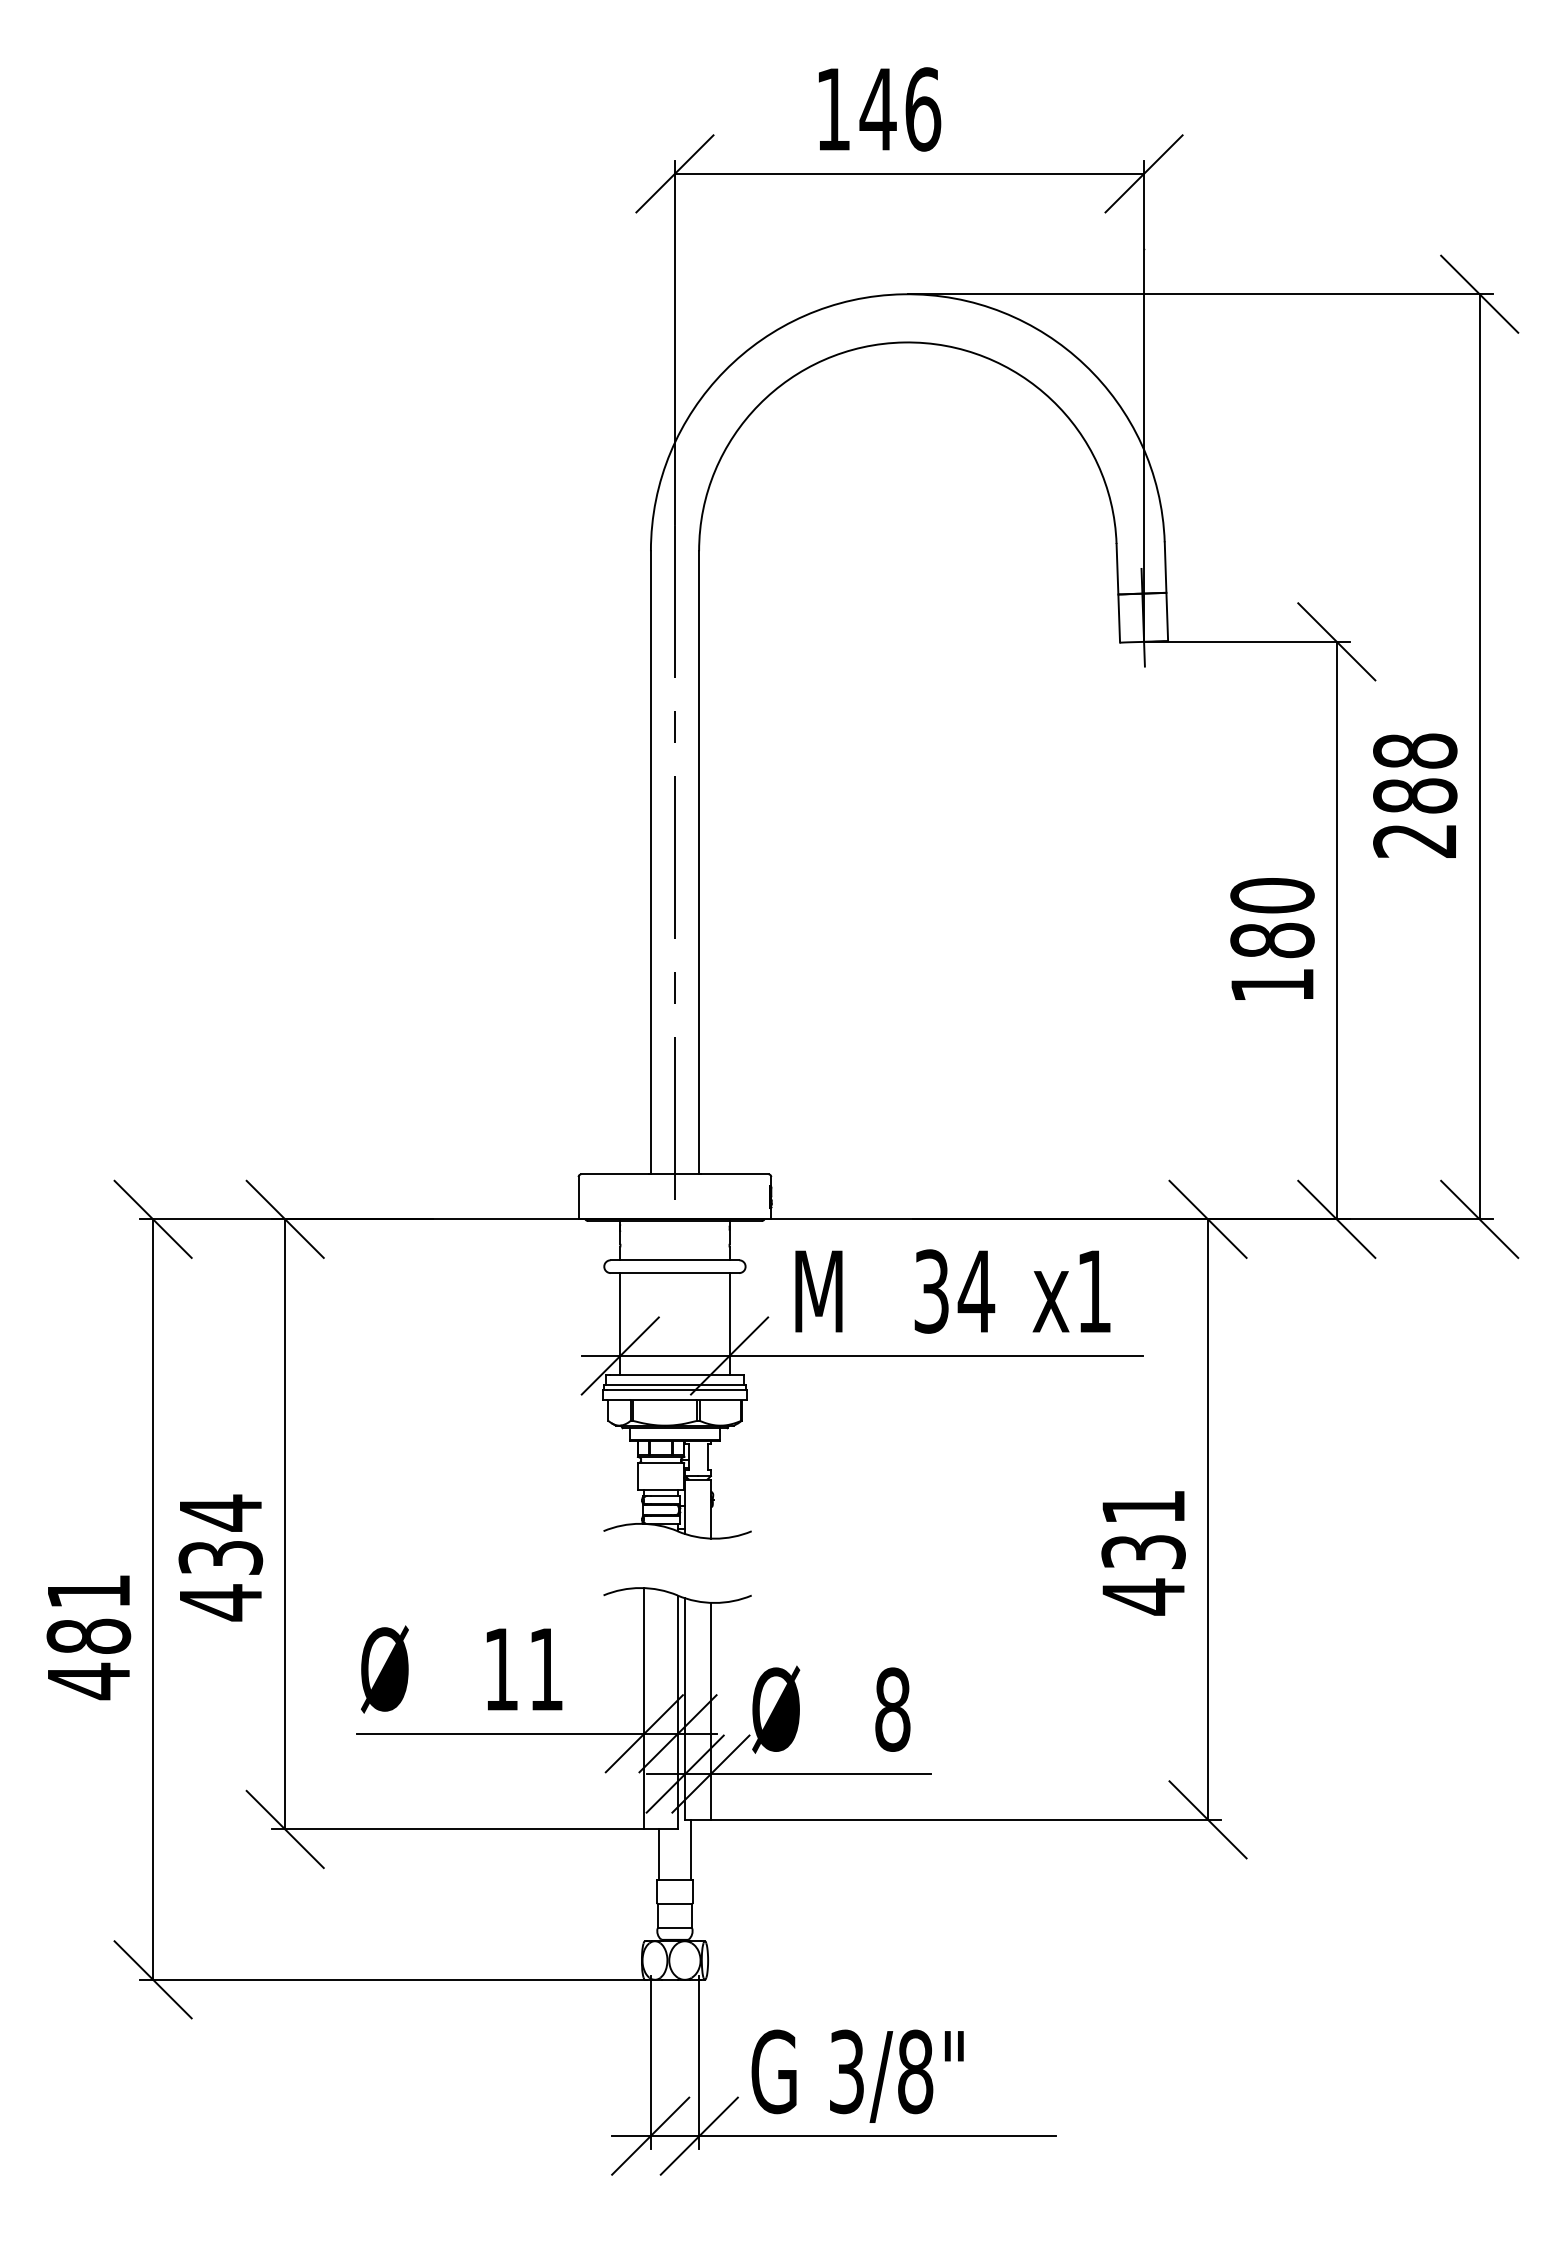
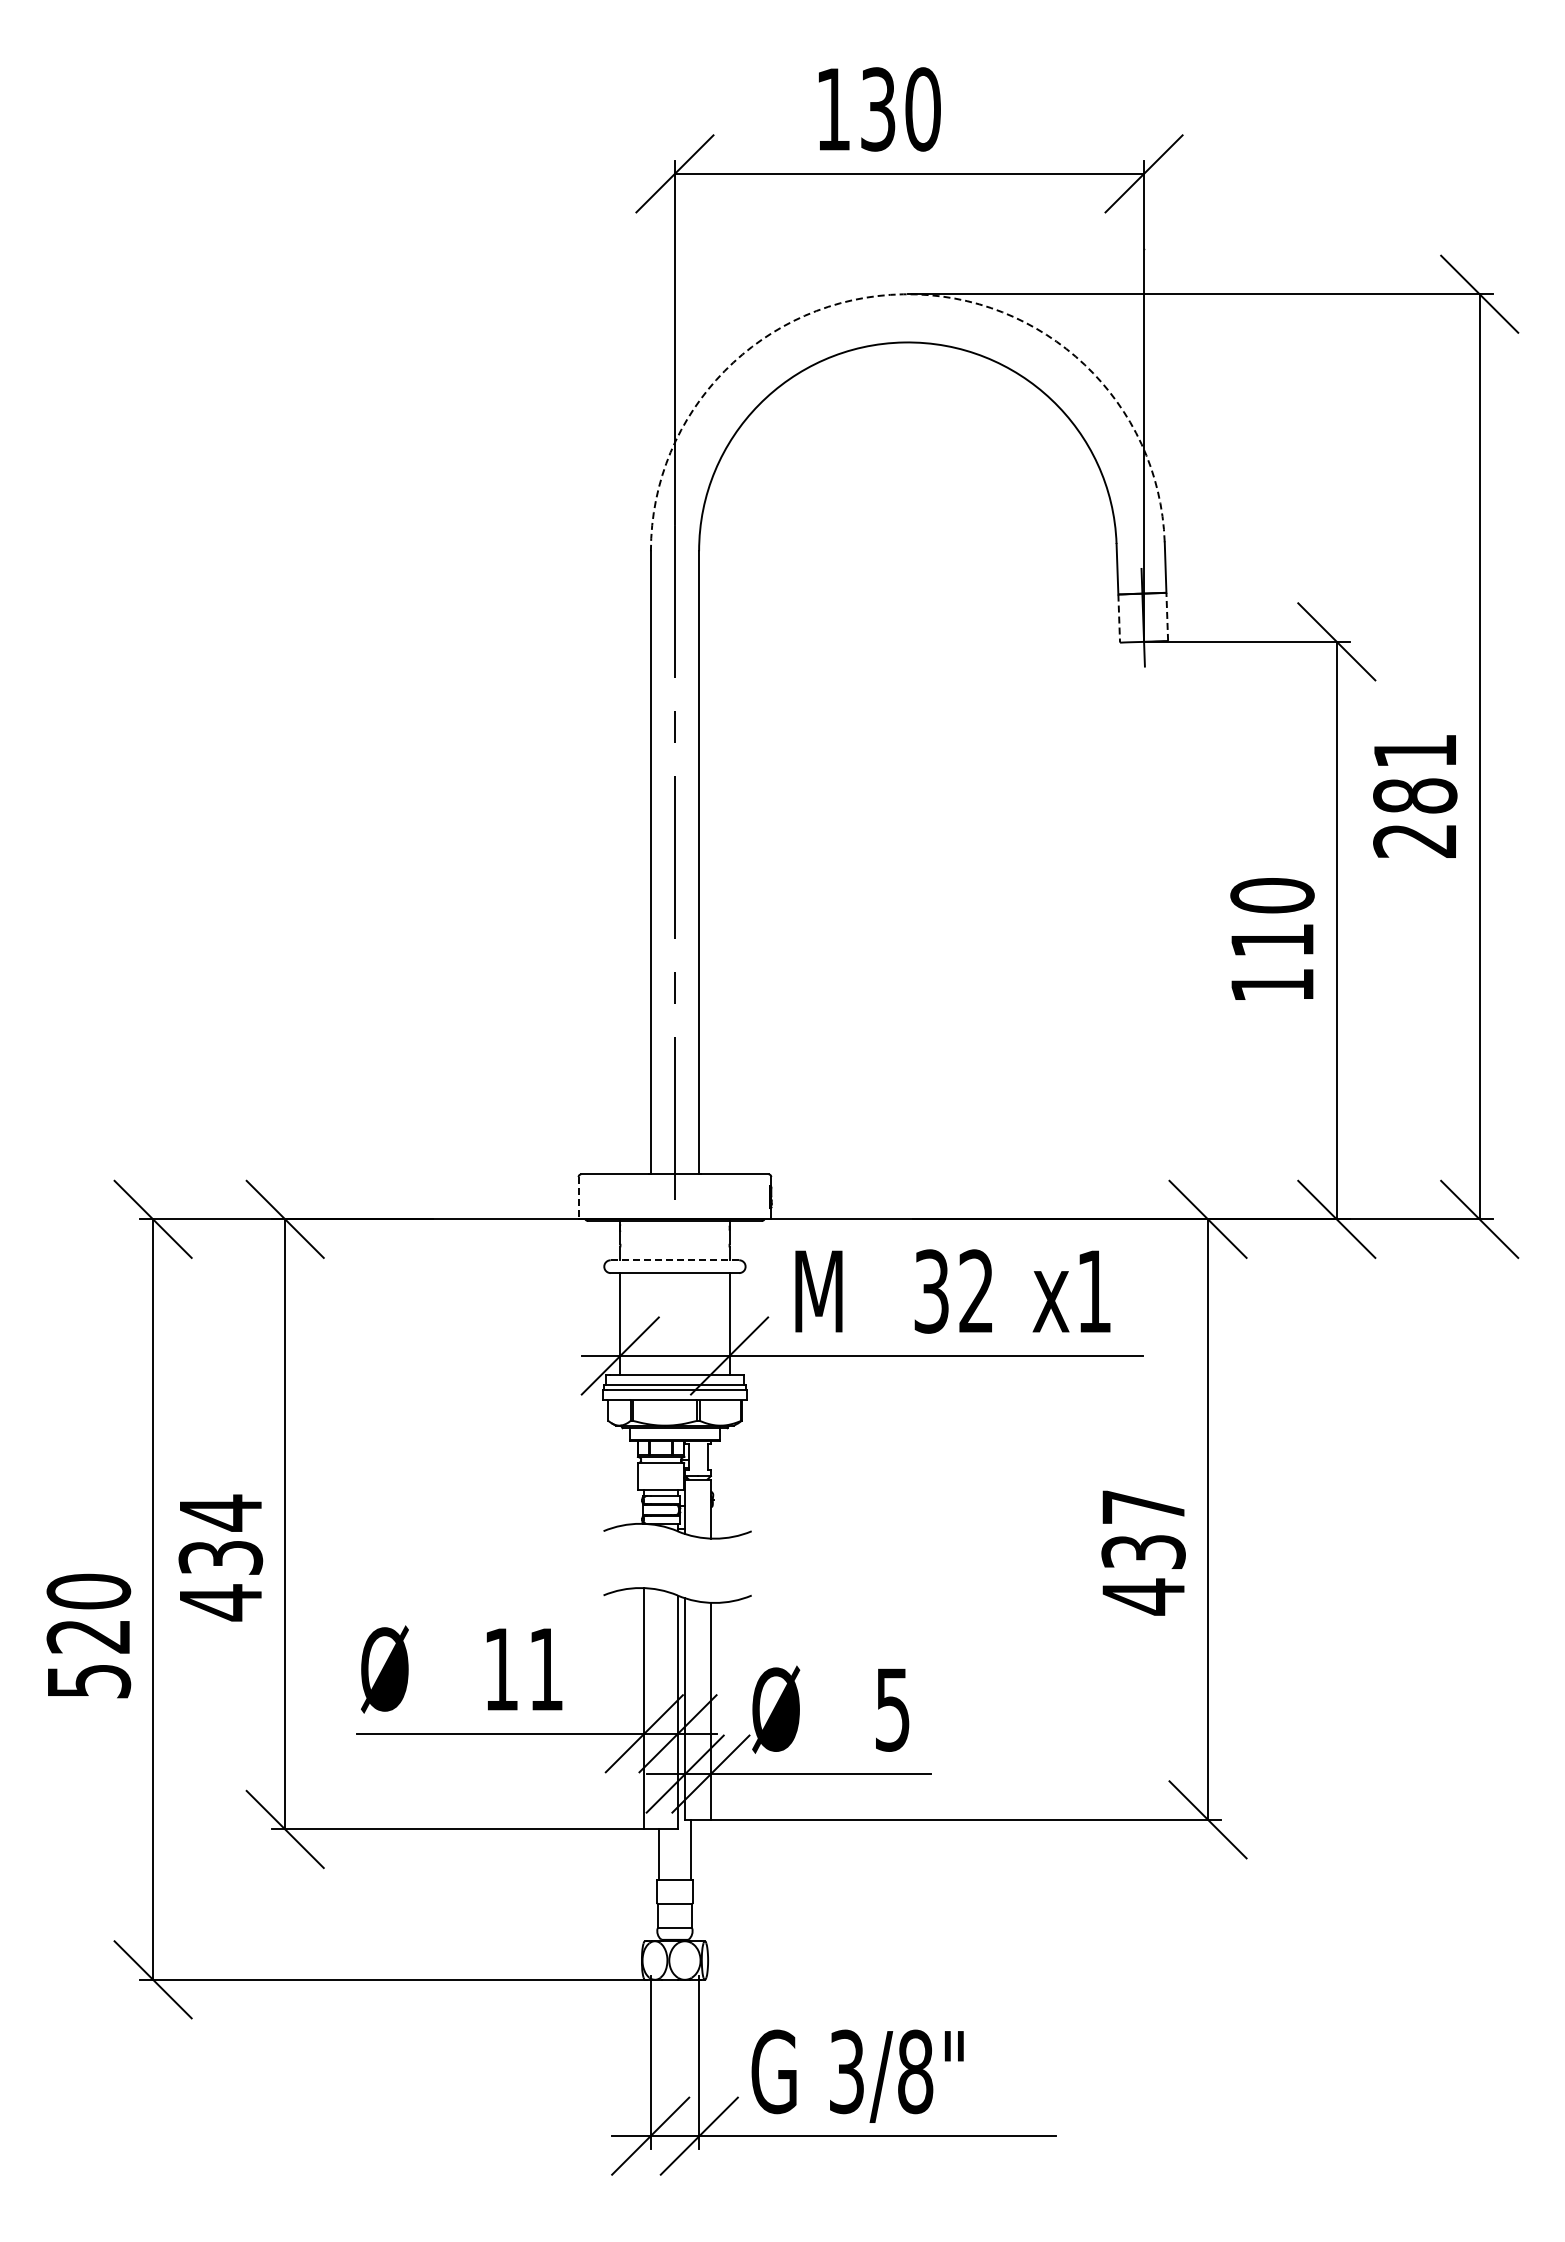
text at (900, 109): 146 -> 130
arc at (903, 294): solid -> dashed
line at (1167, 616): solid -> dashed
line at (1119, 619): solid -> dashed
text at (1415, 750): 288 -> 281
text at (1272, 940): 180 -> 110
line at (578, 1198): solid -> dashed
line at (674, 1260): solid -> dashed
text at (976, 1290): 34 -> 32
text at (1143, 1506): 431 -> 437
text at (88, 1636): 481 -> 520
text at (892, 1709): 8 -> 5
